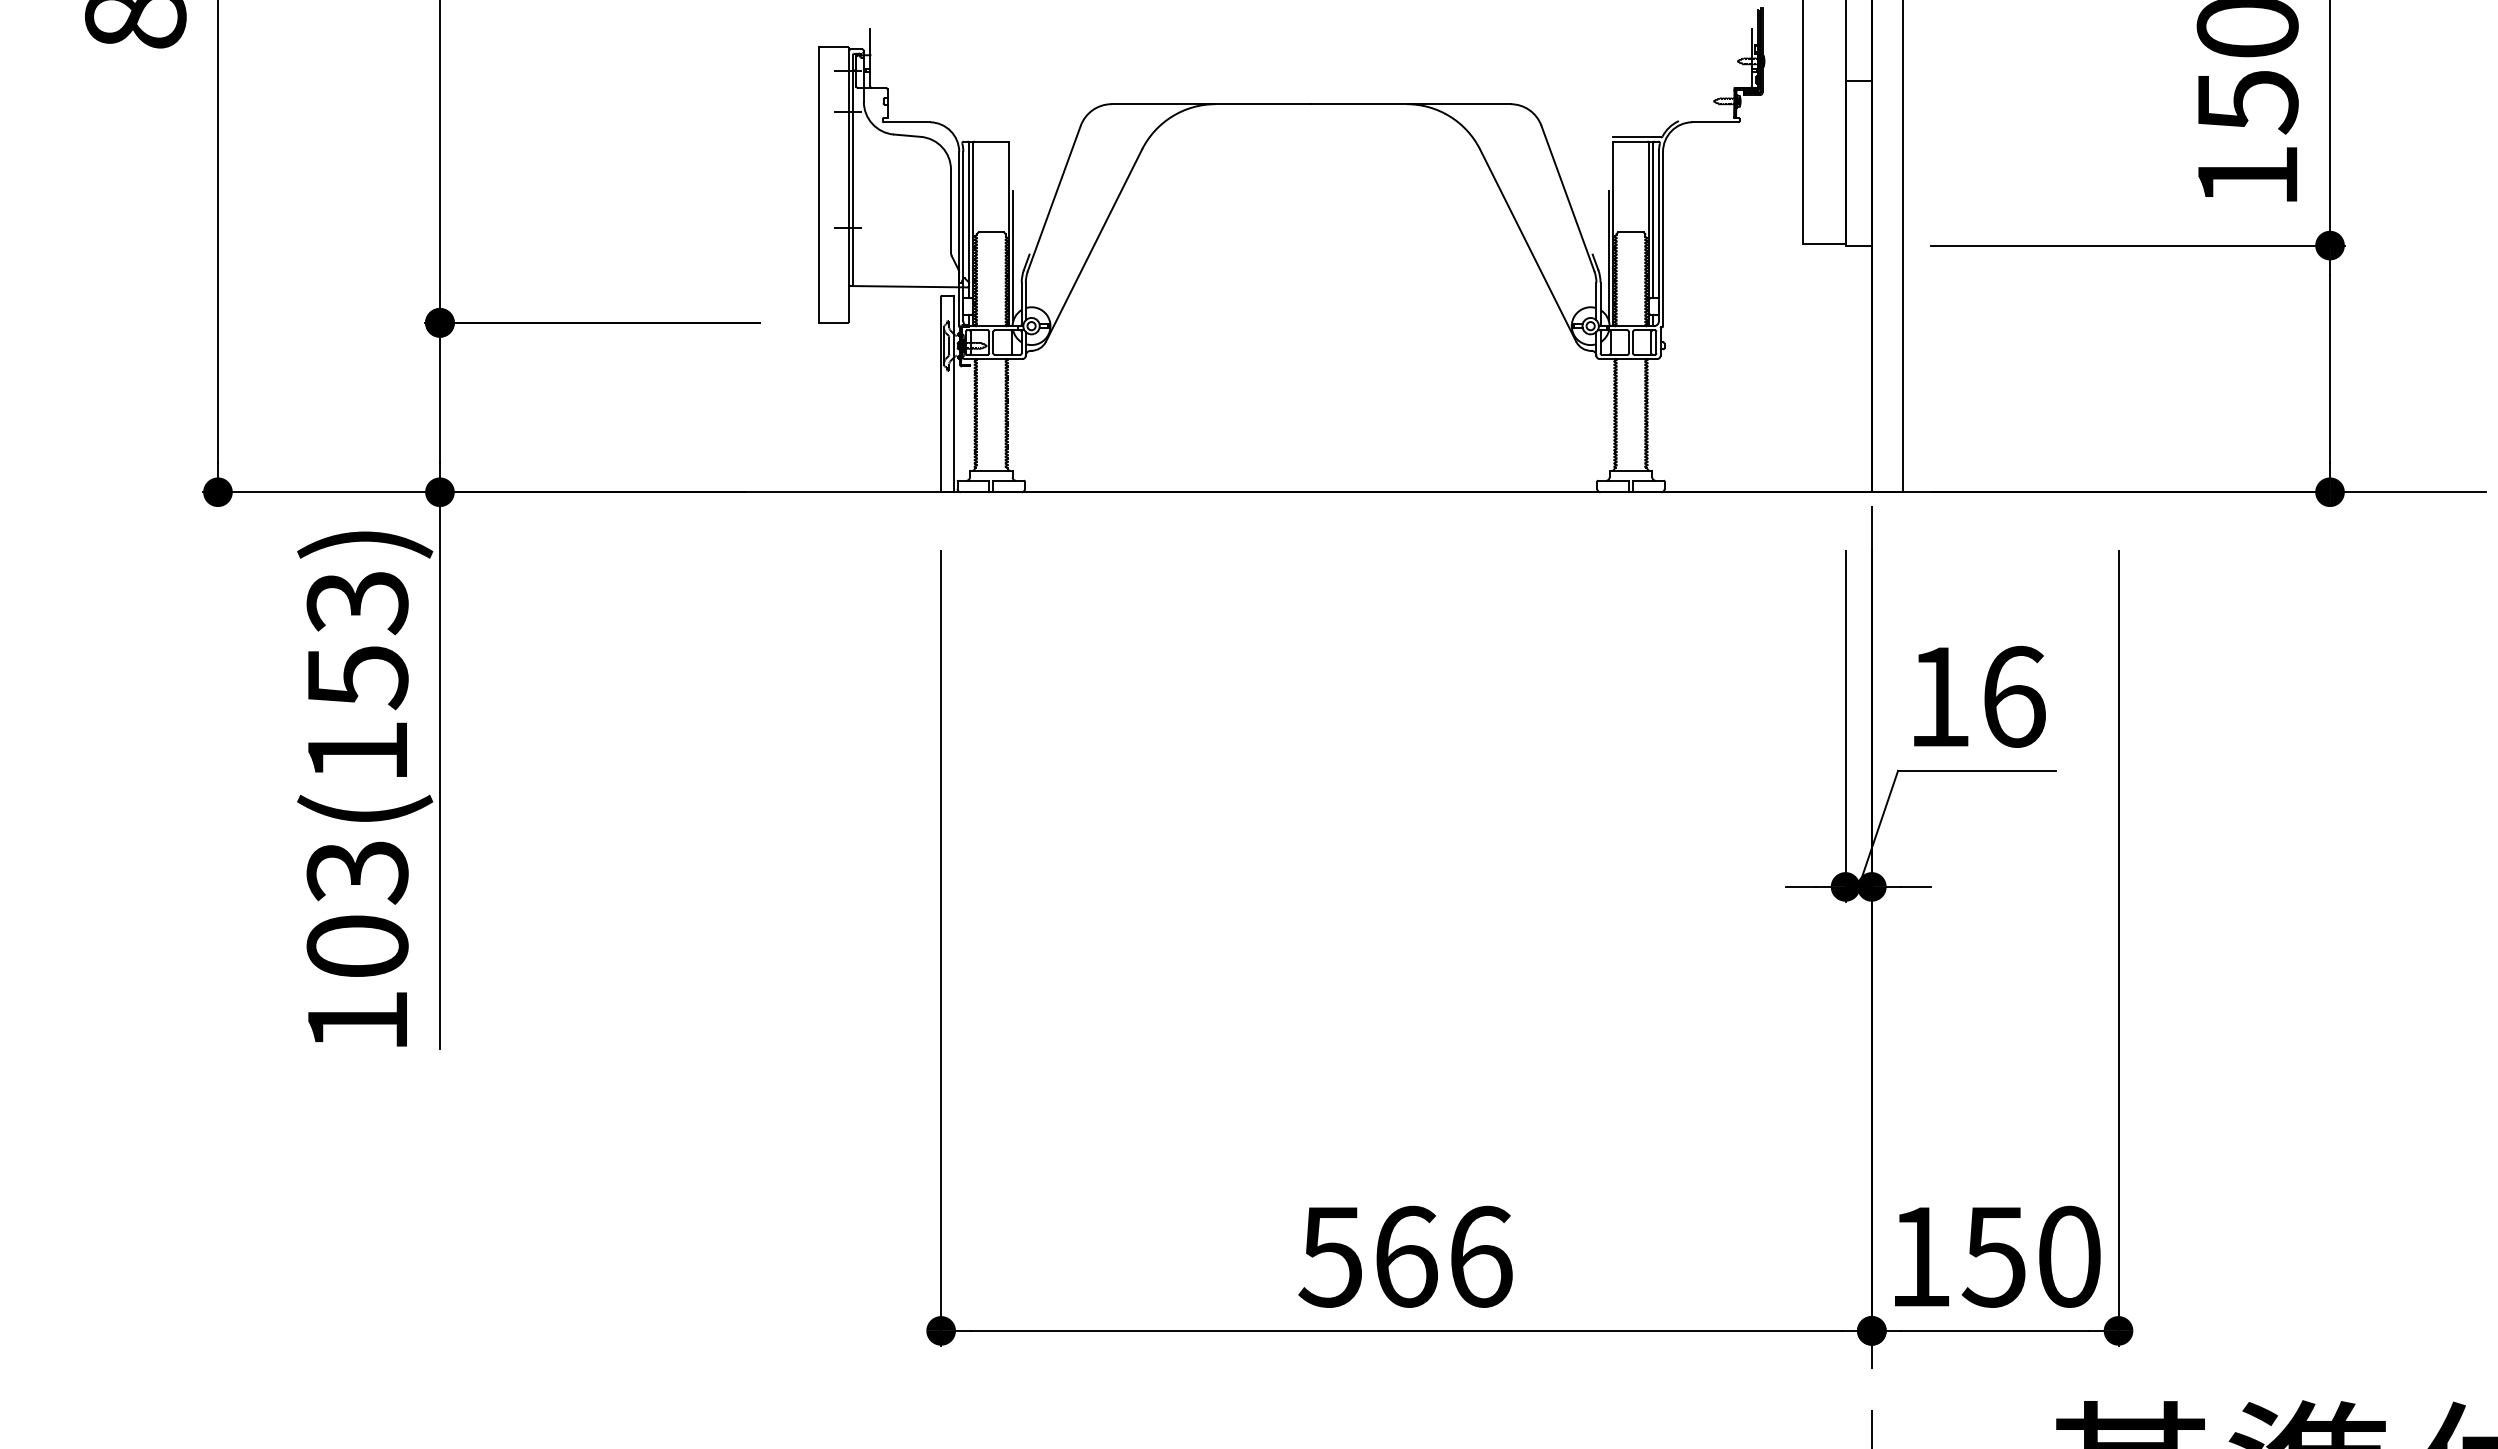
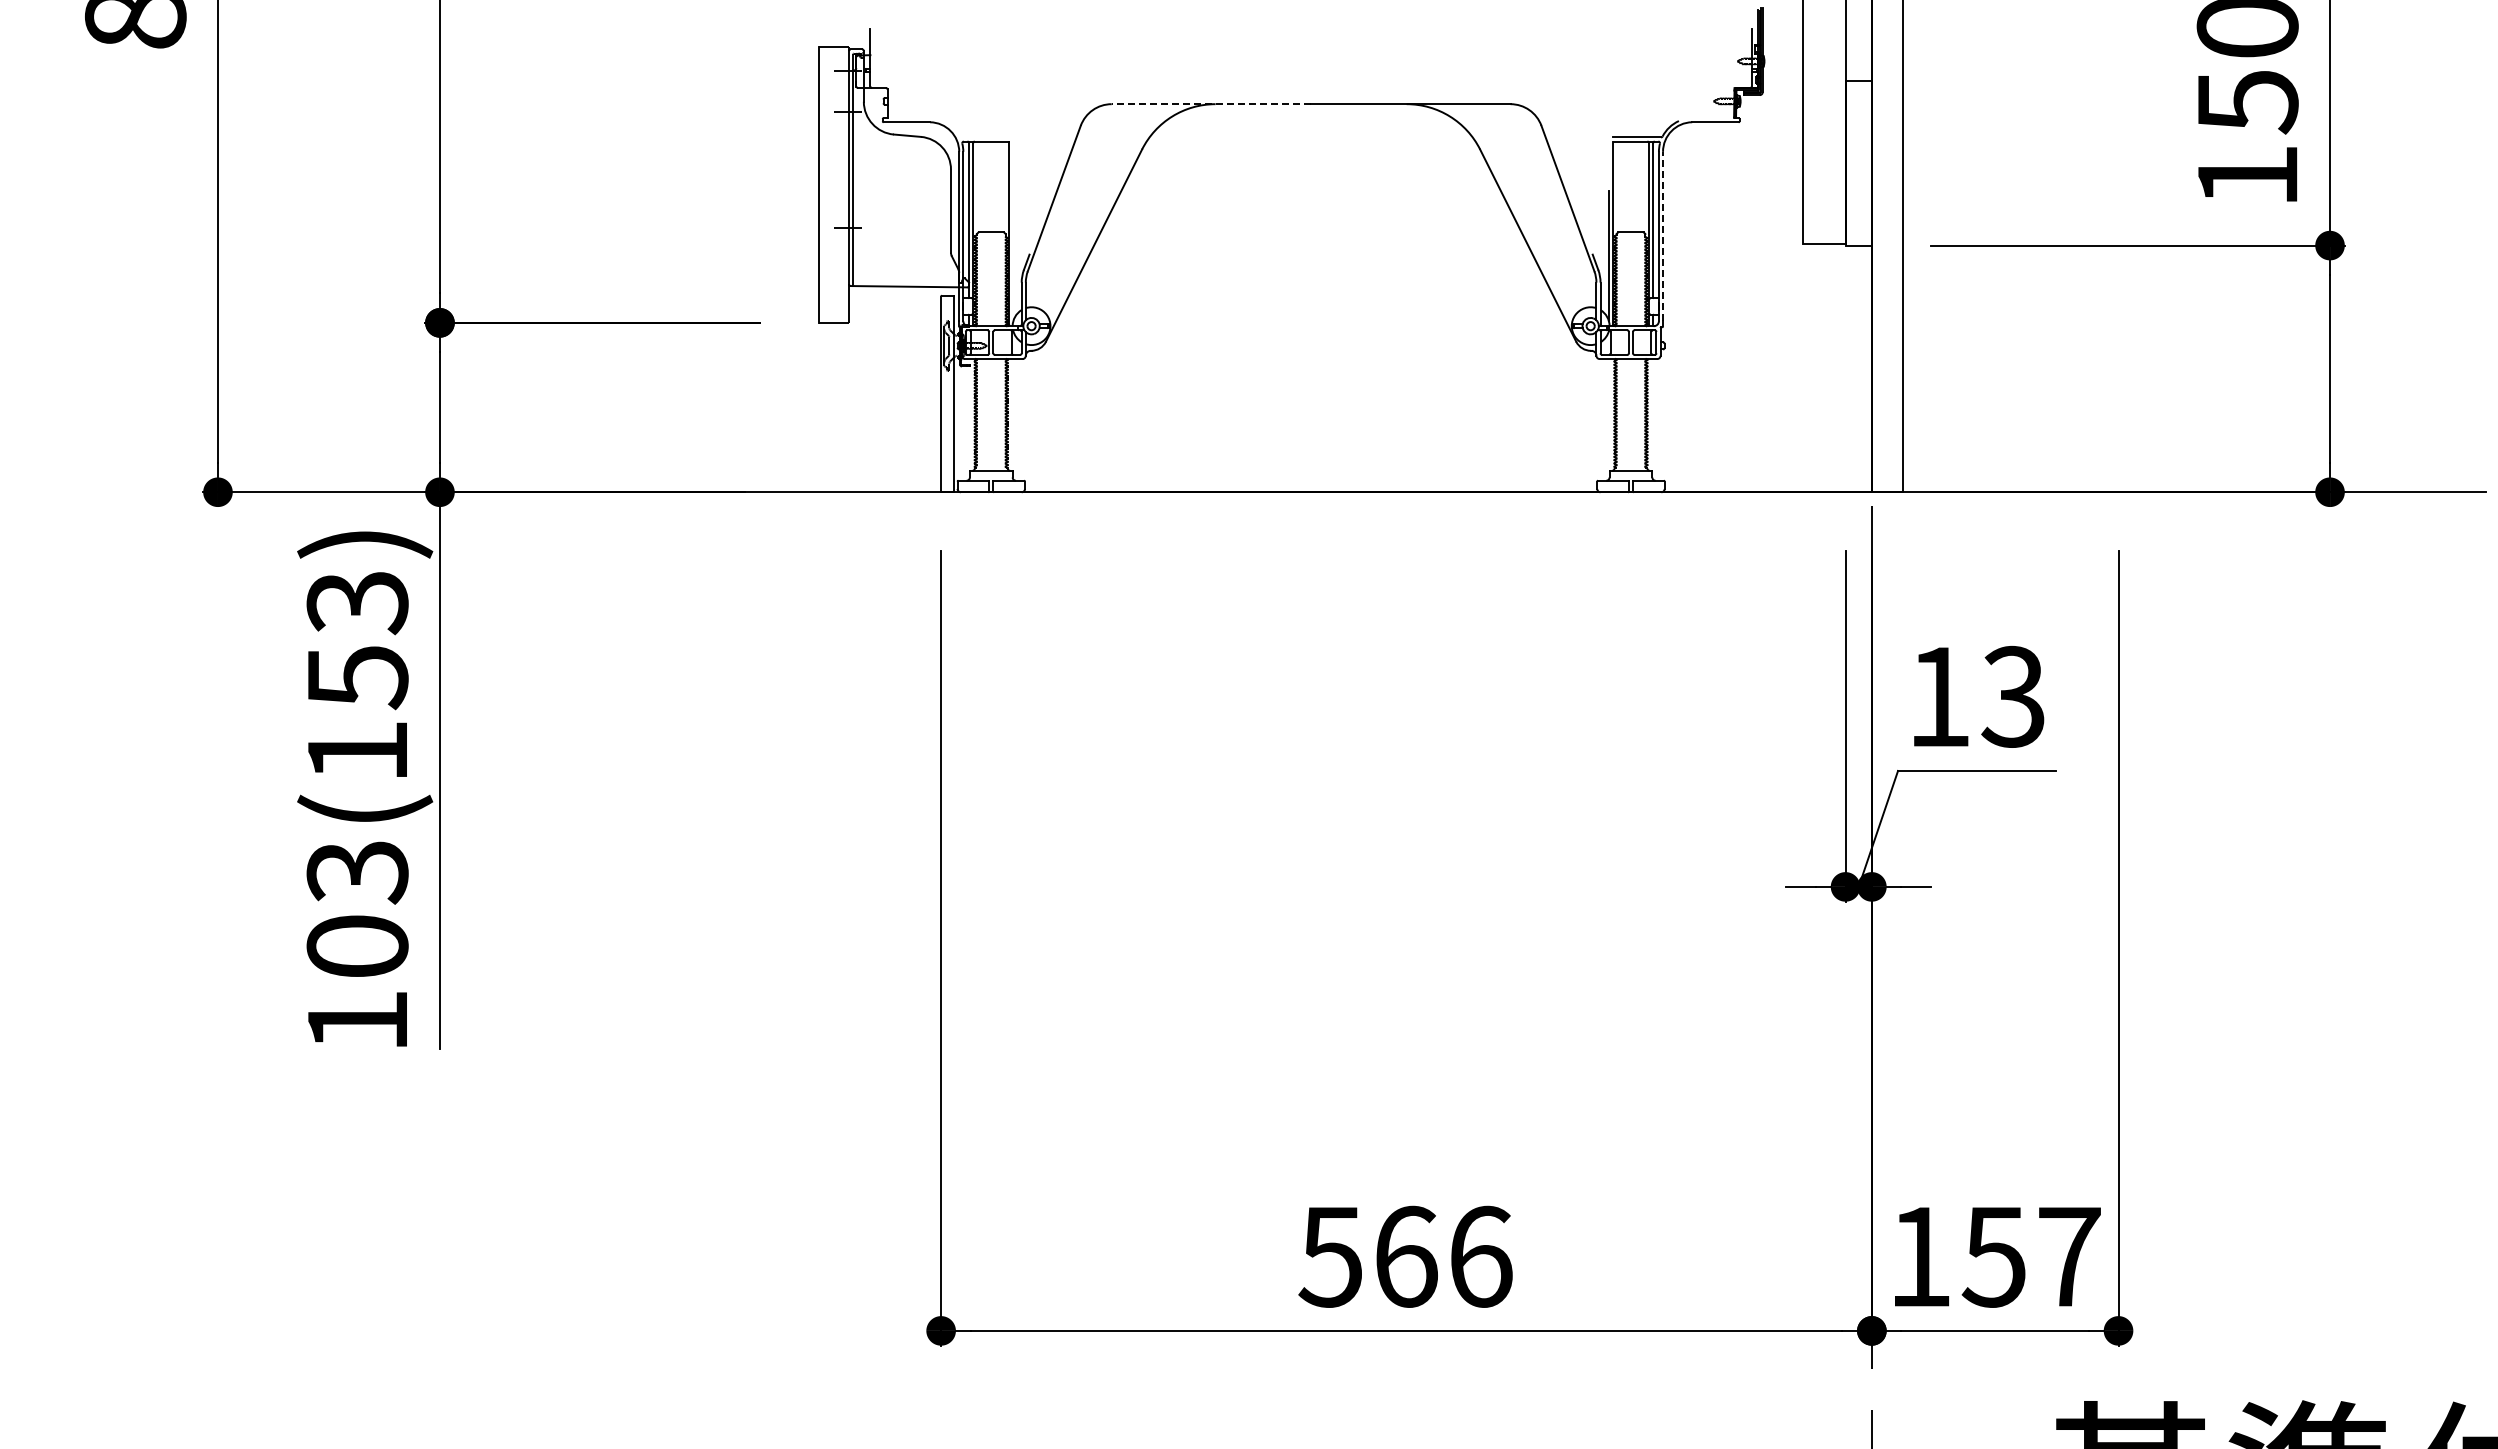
line at (1211, 104): solid -> dashed
line at (1663, 235): solid -> dashed
line at (1013, 255): present -> none
text at (2013, 696): 16 -> 13
text at (2069, 1256): 150 -> 157
